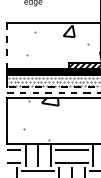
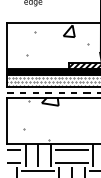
line at (6, 46): dashed -> solid
line at (53, 87): dashed -> solid
